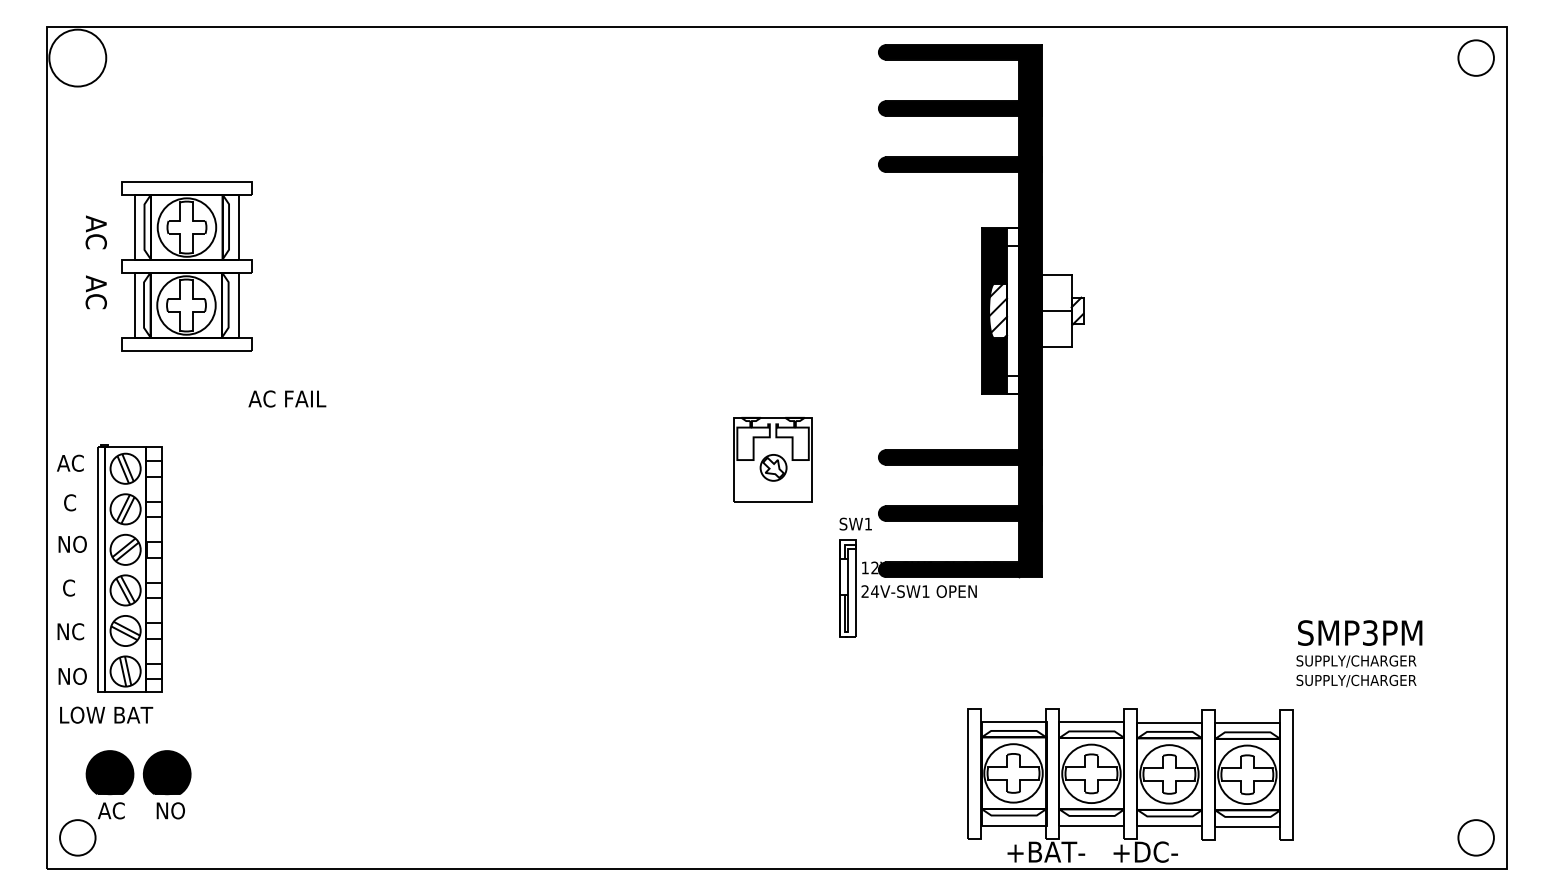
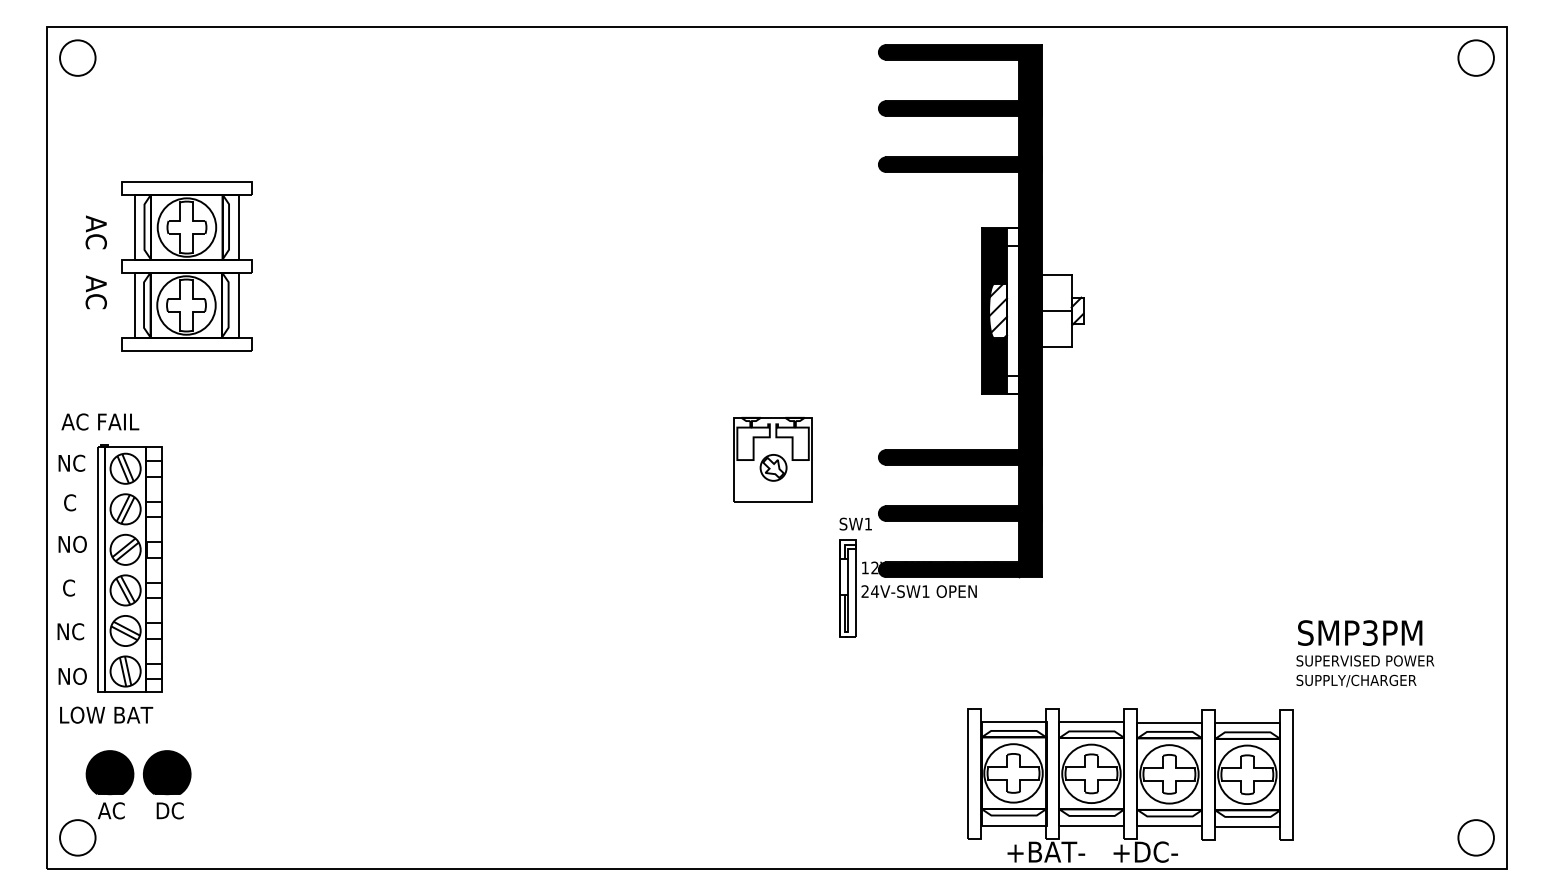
circle at (77, 57) diameter: 57 px -> 36 px
text at (287, 398) position: (287, 398) -> (100, 421)
text at (71, 462): AC -> NC
text at (1379, 661): SUPPLY/CHARGER -> SUPERVISED POWER
text at (171, 810): NO -> DC
